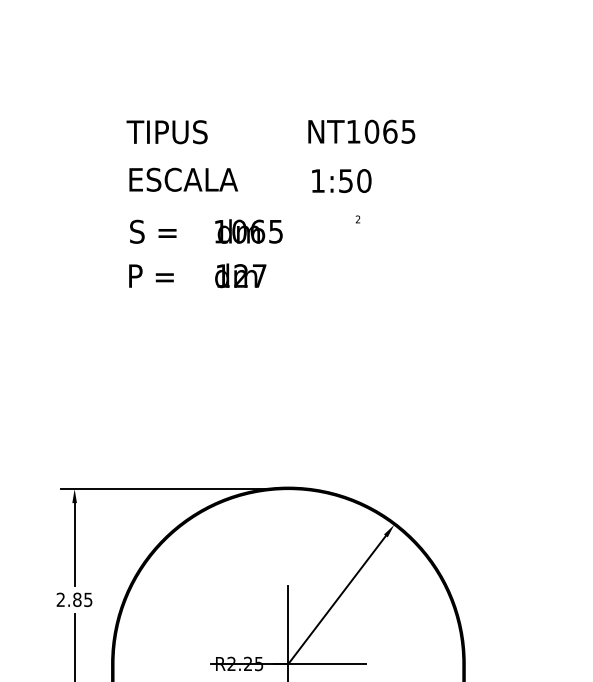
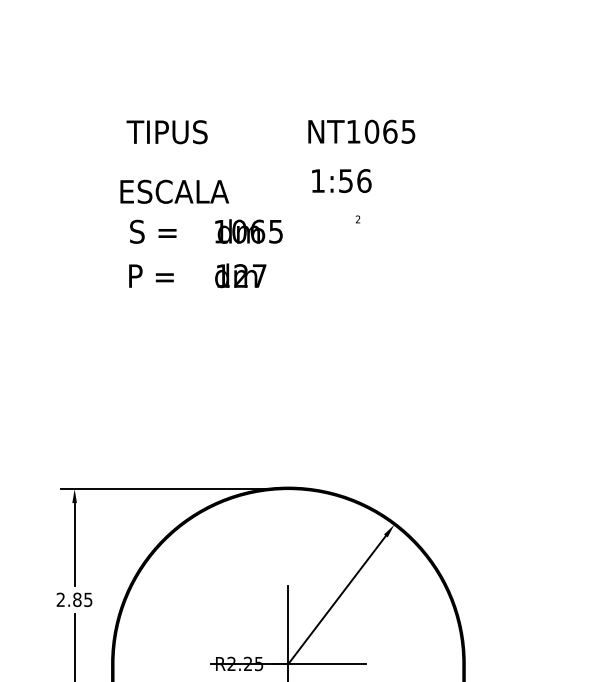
text at (183, 179) position: (183, 179) -> (174, 191)
text at (364, 180): 1:50 -> 1:56
